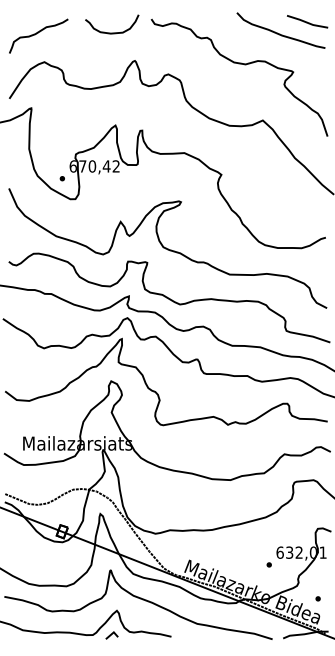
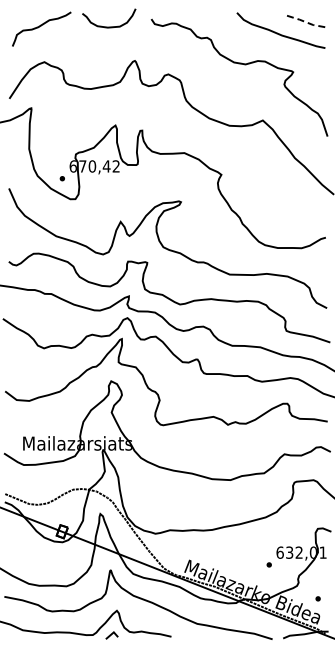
line at (307, 22): solid -> dashed
curve at (112, 32) position: (112, 32) -> (109, 26)
curve at (38, 33) position: (38, 33) -> (41, 26)
